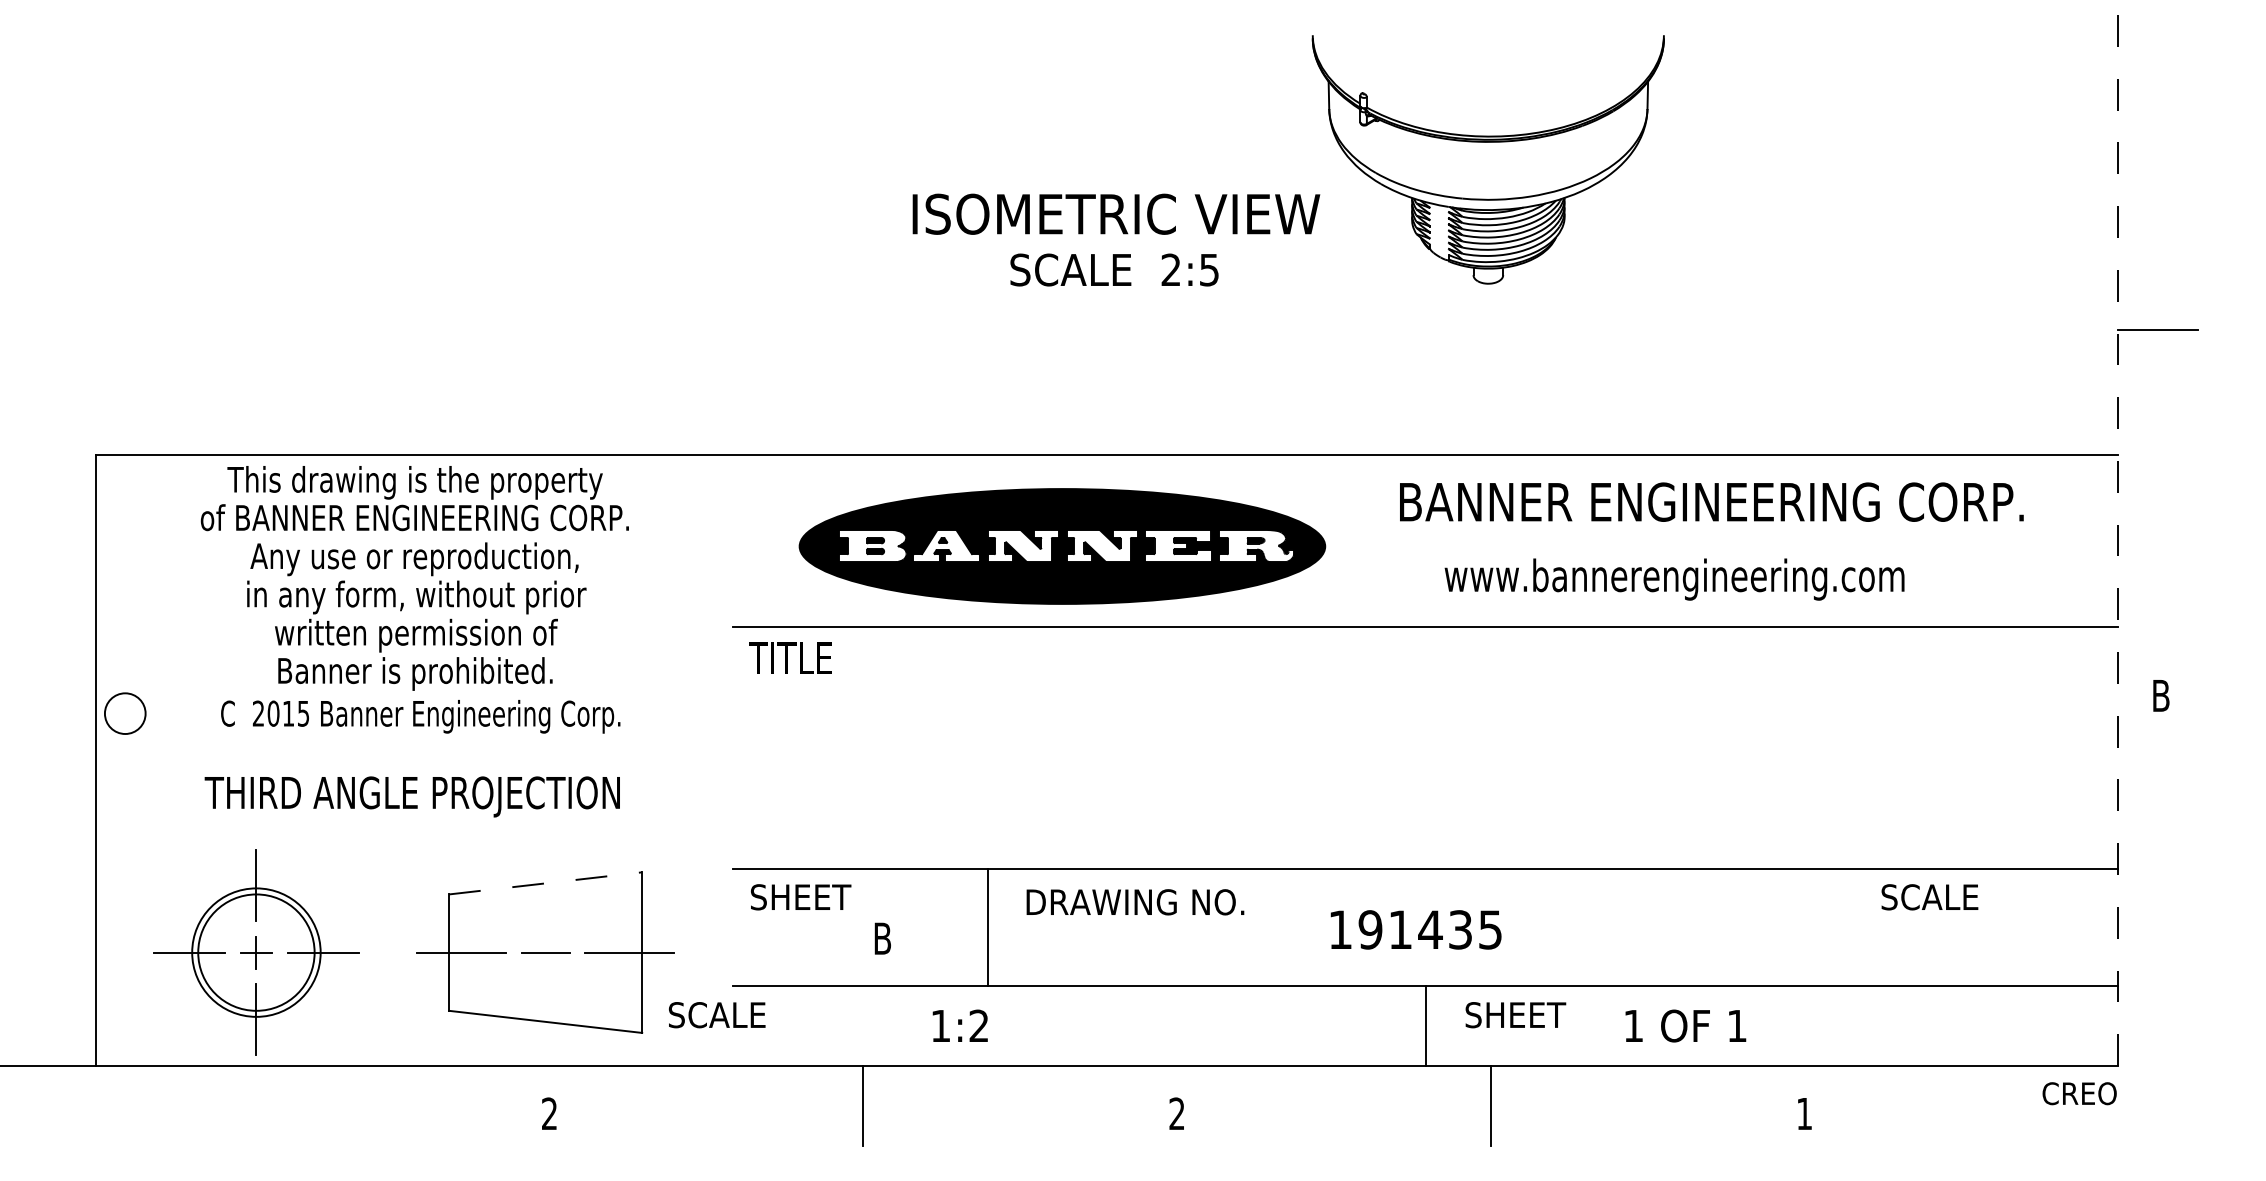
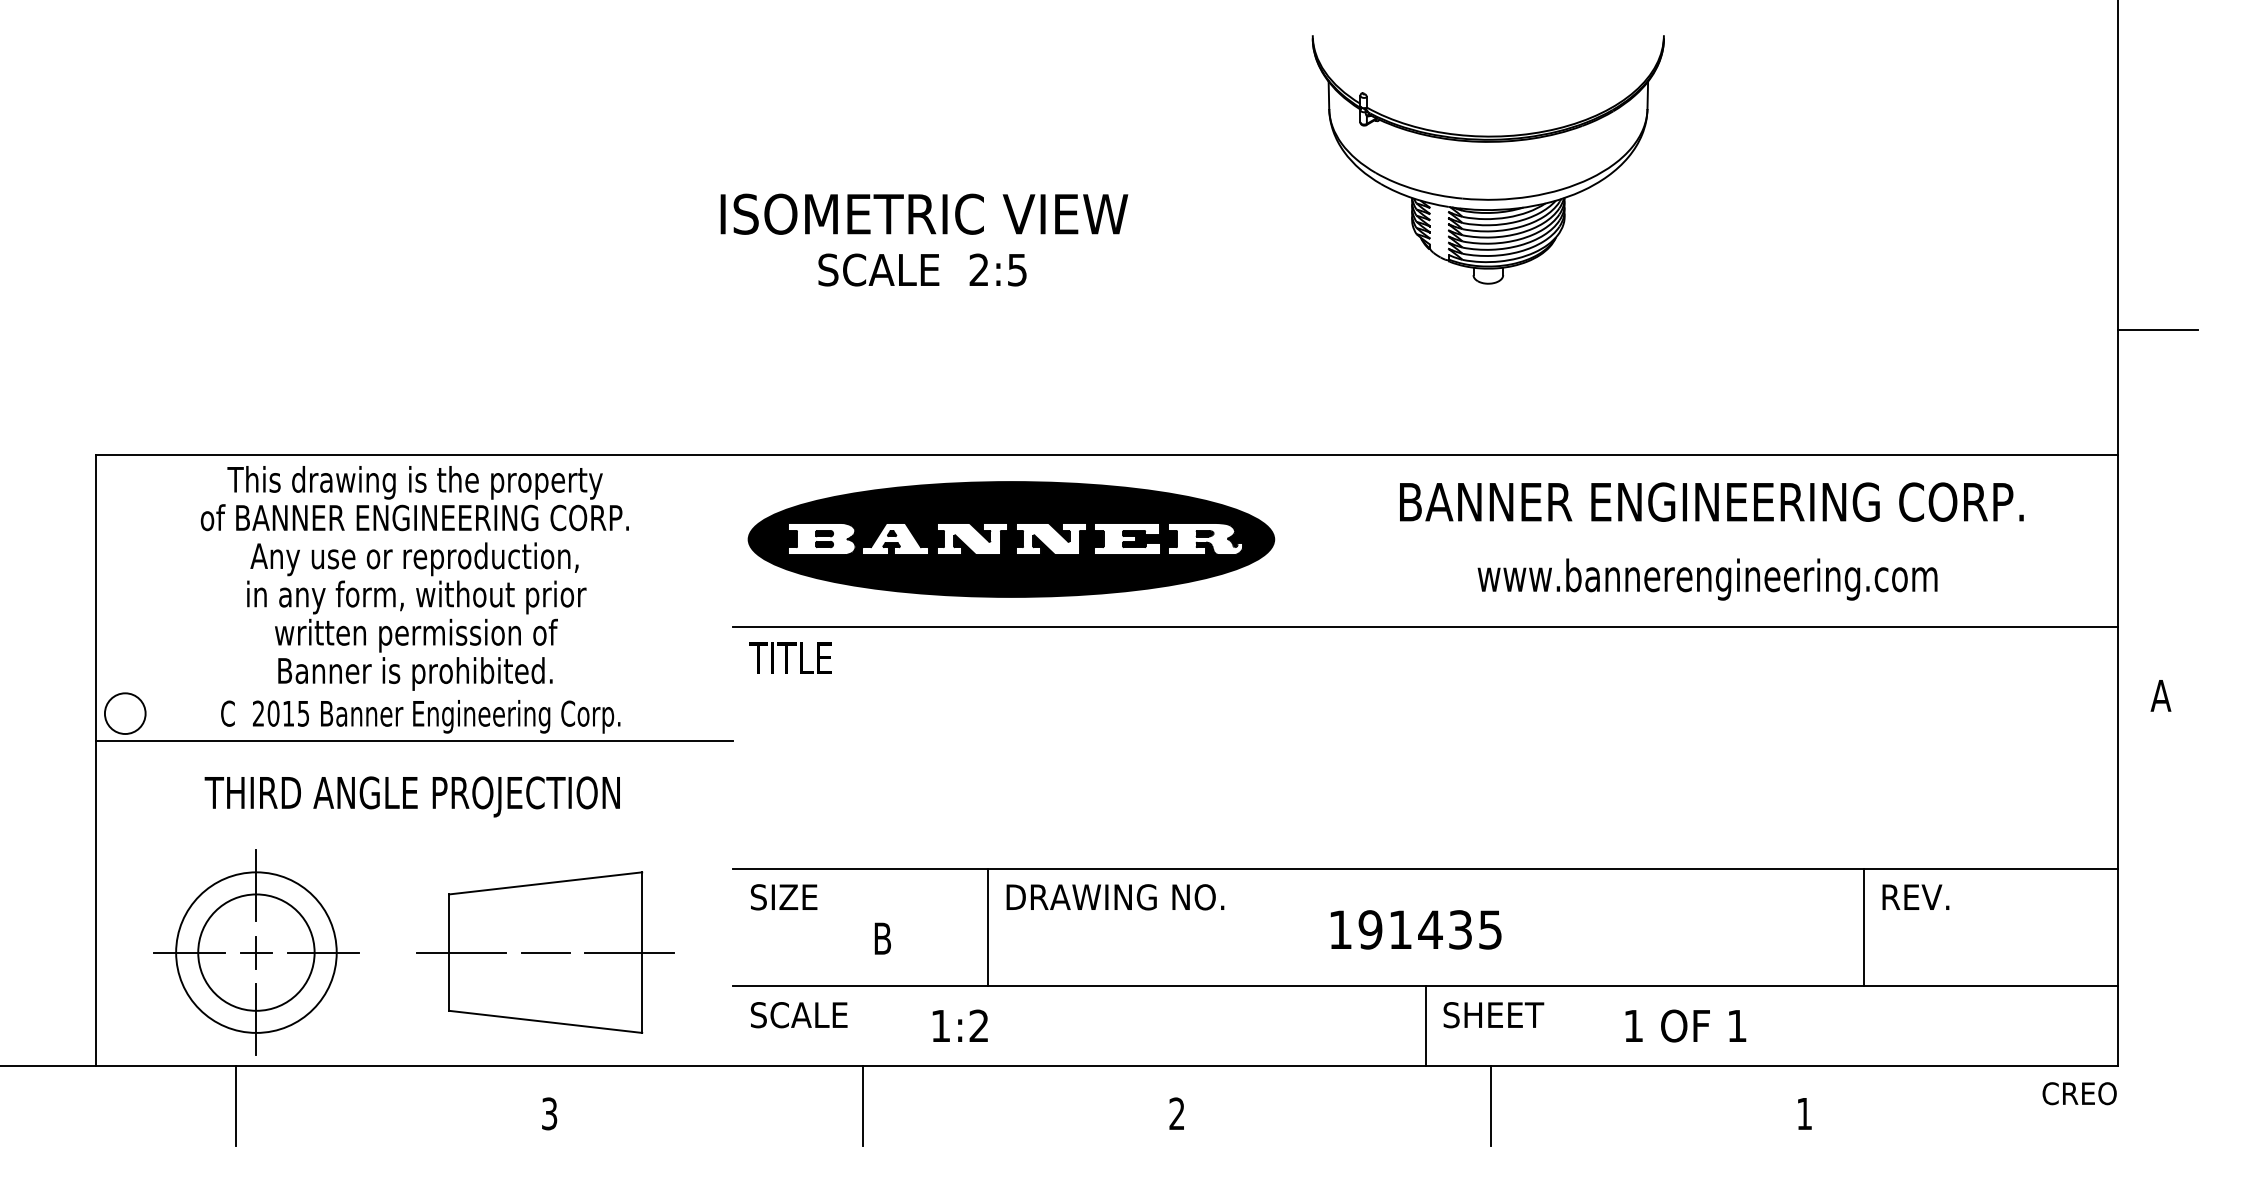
text at (1116, 239) position: (1116, 239) -> (924, 239)
line at (2118, 533): dashed -> solid
part at (1062, 546) position: (1062, 546) -> (1011, 539)
text at (1674, 579) position: (1674, 579) -> (1707, 579)
text at (2160, 695): B -> A
line at (413, 741): none -> present
line at (546, 883): dashed -> solid
text at (813, 896): SHEET -> SIZE
text at (1929, 897): SCALE -> REV.
text at (1135, 902) position: (1135, 902) -> (1115, 897)
line at (1863, 927): none -> present
circle at (256, 952) diameter: 128 px -> 161 px
text at (717, 1015) position: (717, 1015) -> (799, 1015)
text at (1515, 1015) position: (1515, 1015) -> (1493, 1015)
line at (235, 1105): none -> present
text at (549, 1113): 2 -> 3
